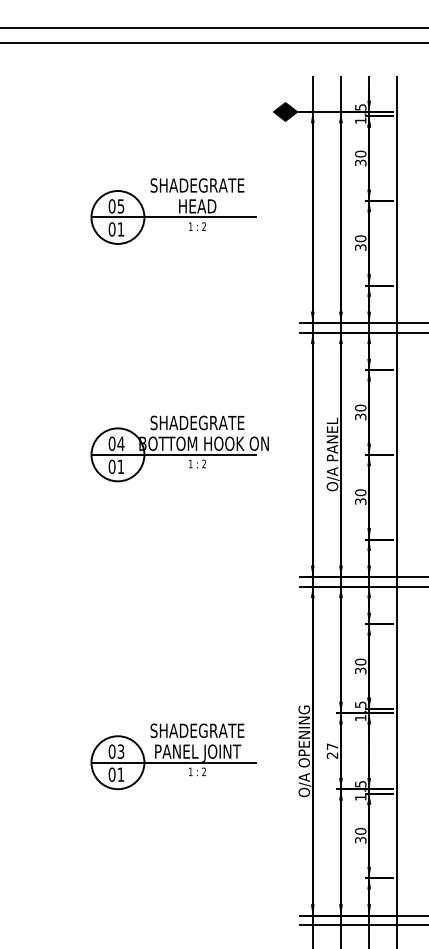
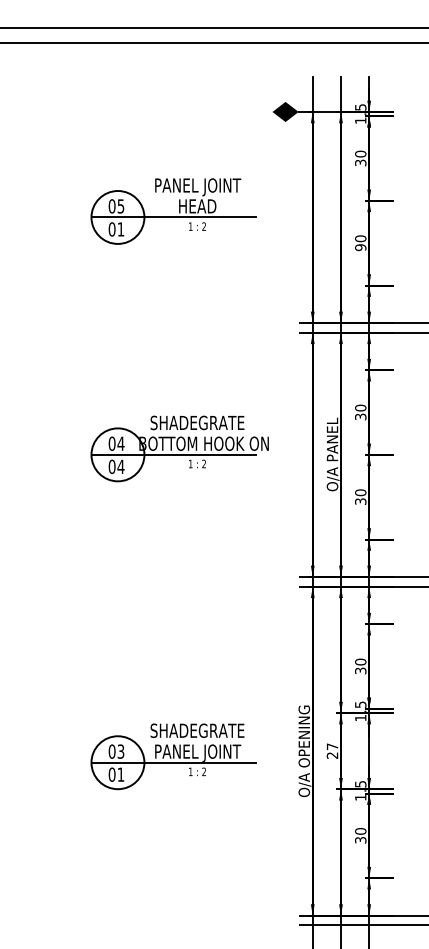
text at (197, 187): SHADEGRATE -> PANEL JOINT
text at (360, 247): 30 -> 90
text at (120, 466): 01 -> 04
line at (397, 510): present -> none
